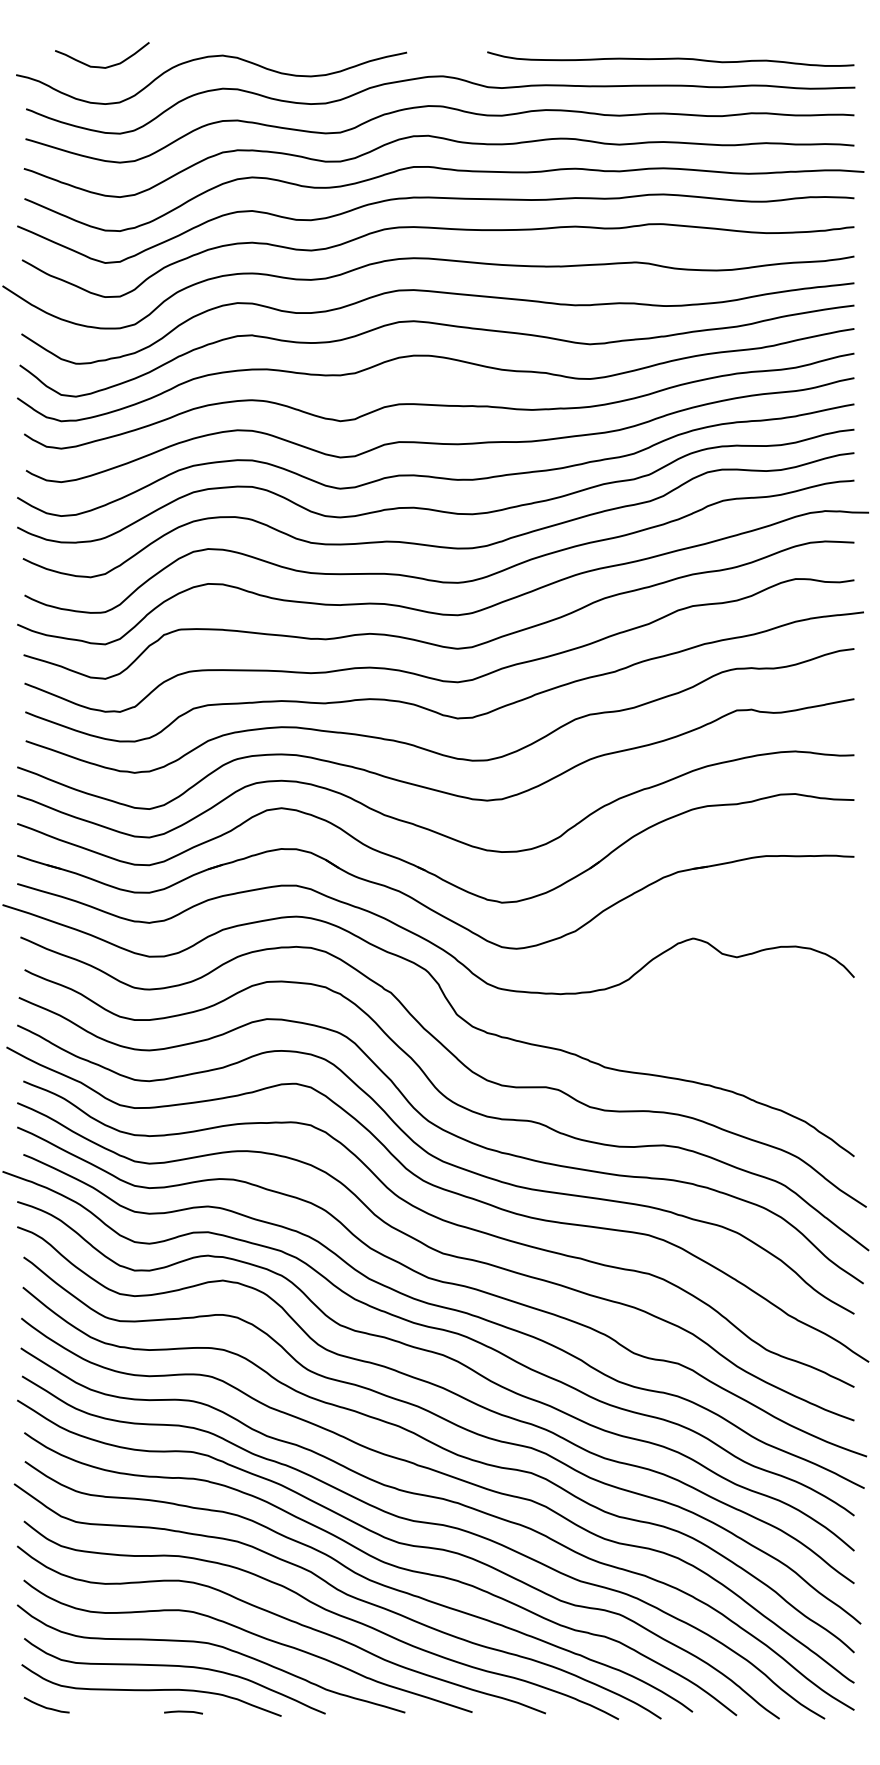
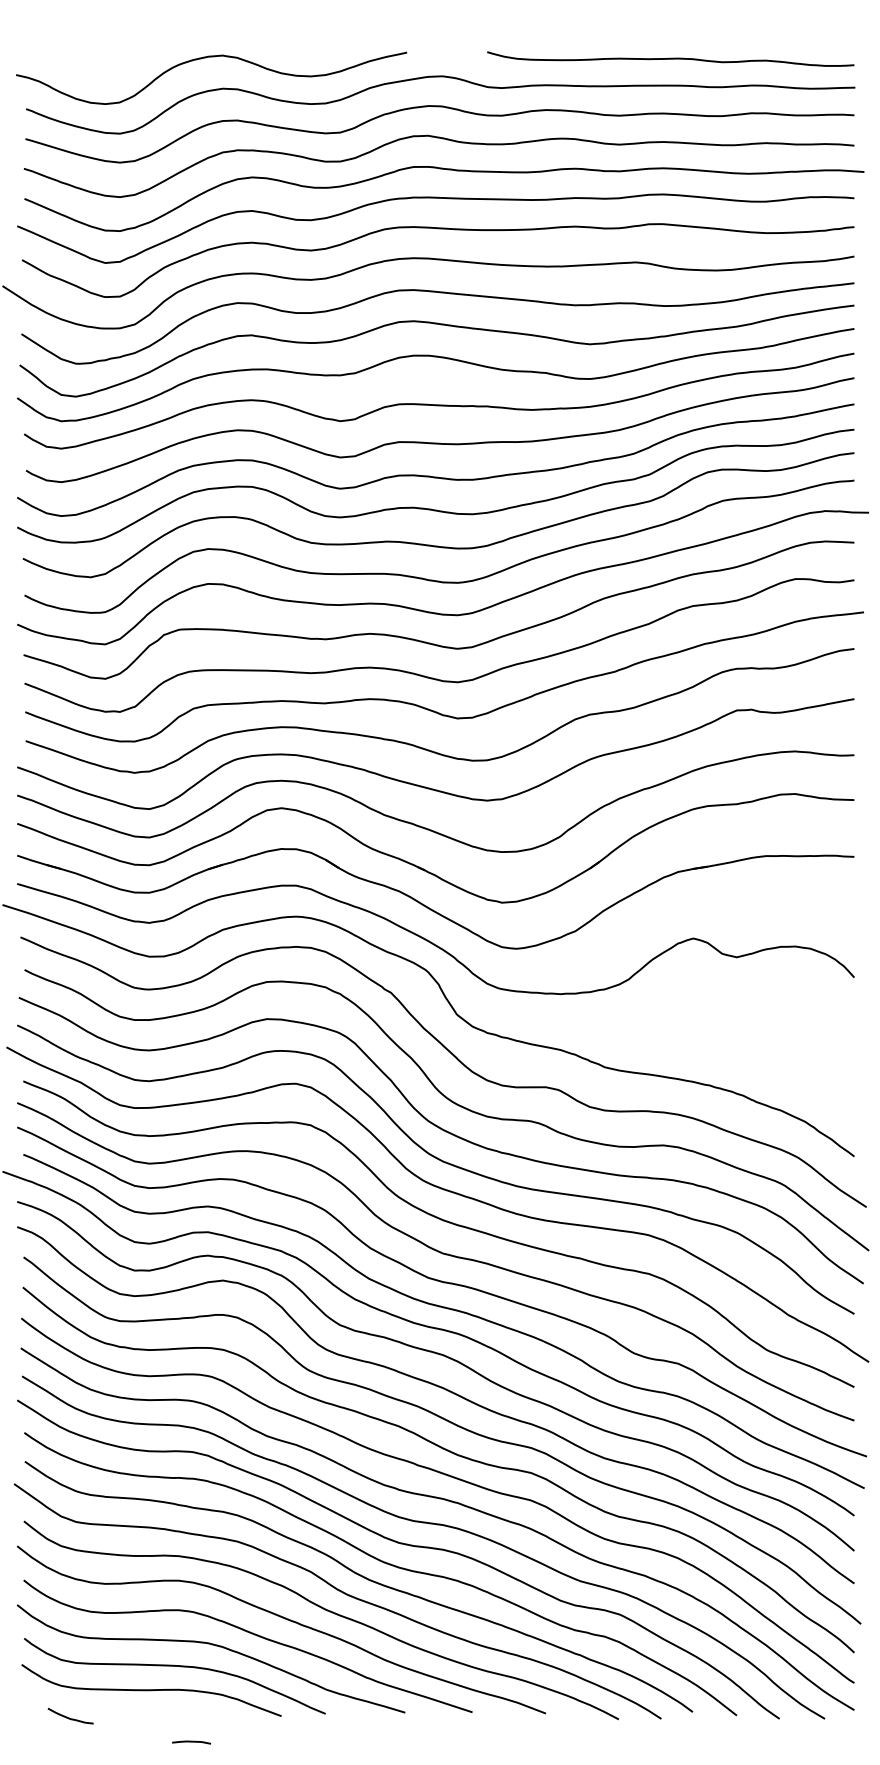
curve at (102, 66): present -> none
curve at (45, 1706) position: (45, 1706) -> (69, 1717)
line at (183, 1712) position: (183, 1712) -> (191, 1742)
